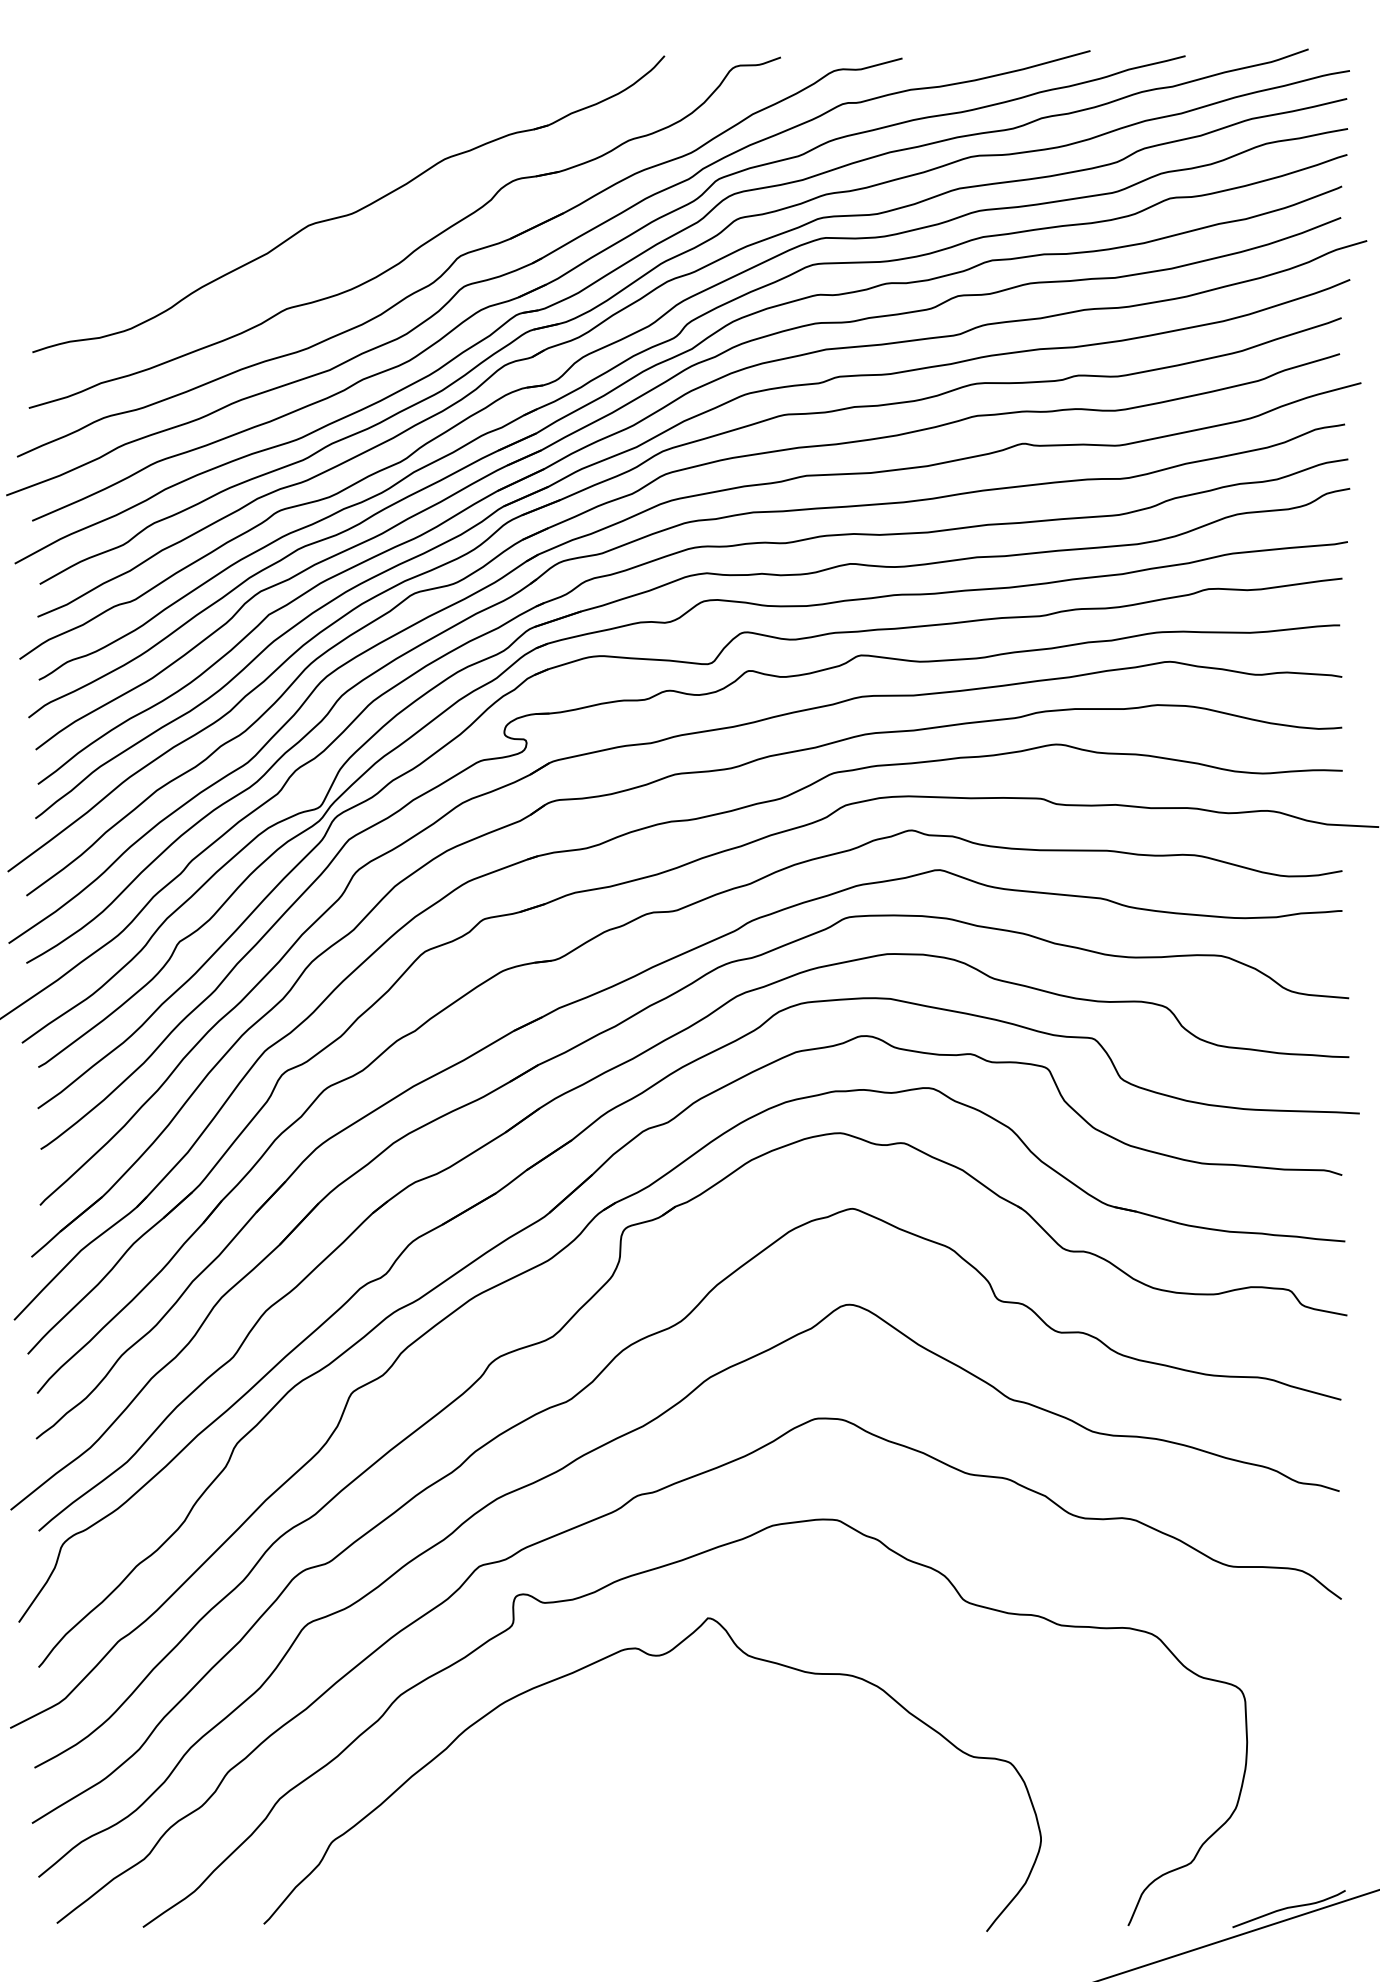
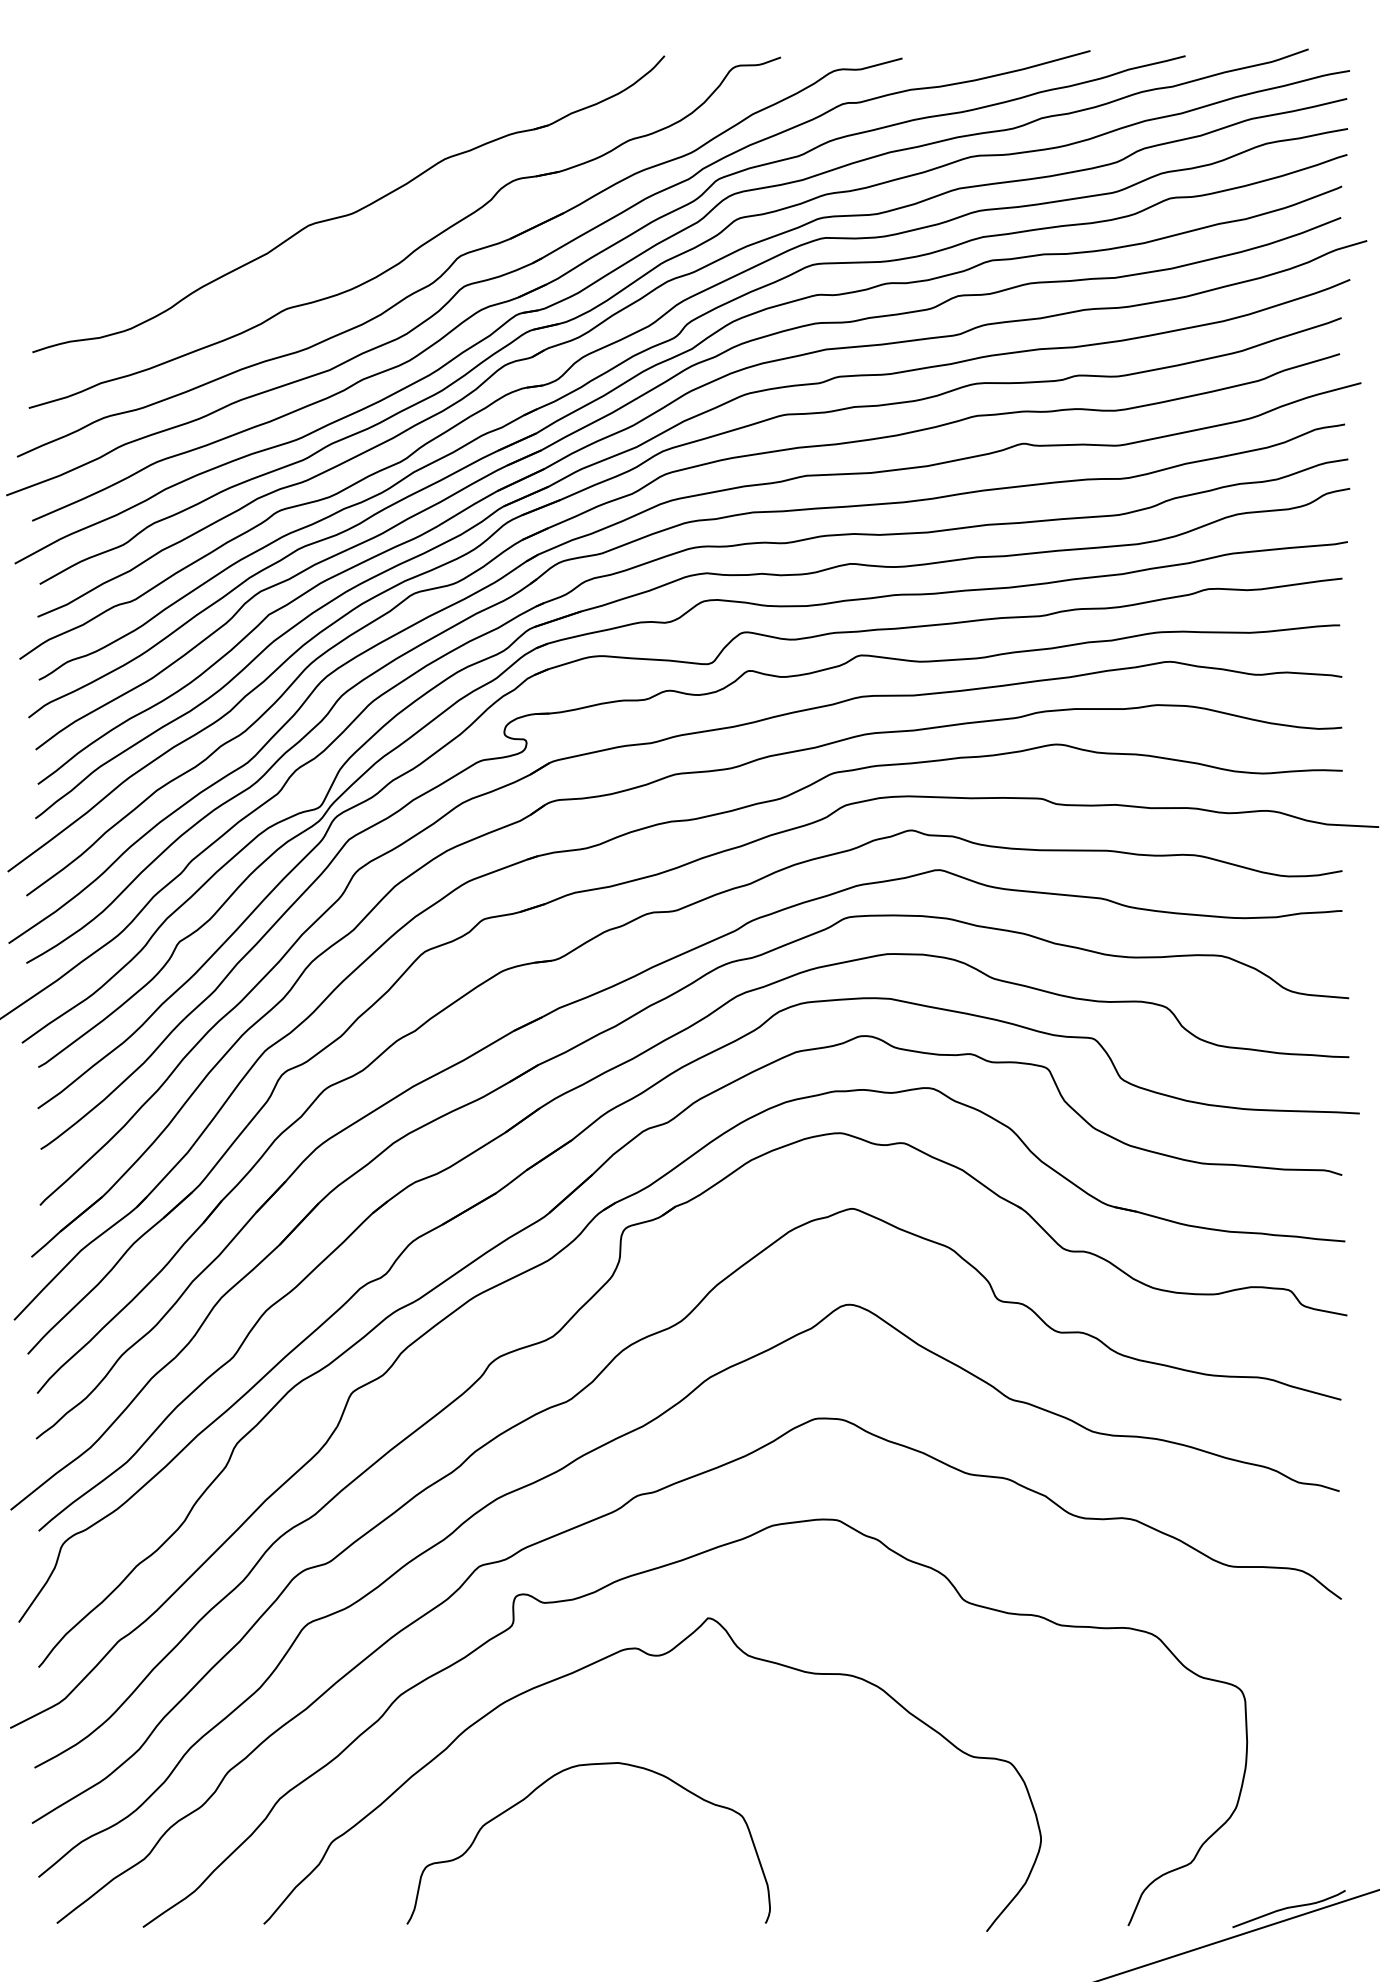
curve at (542, 1785): none -> present
